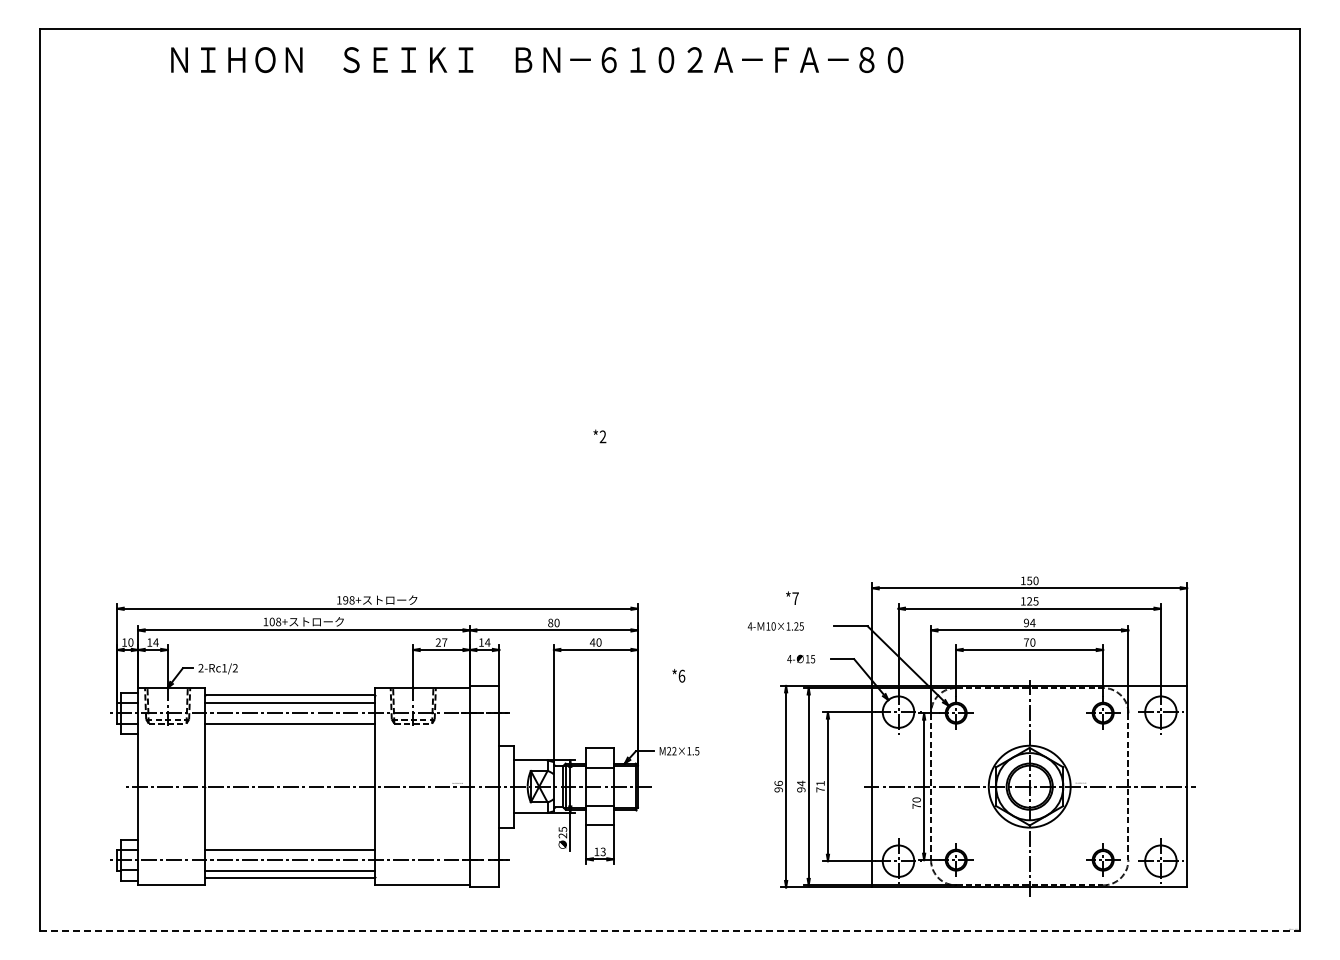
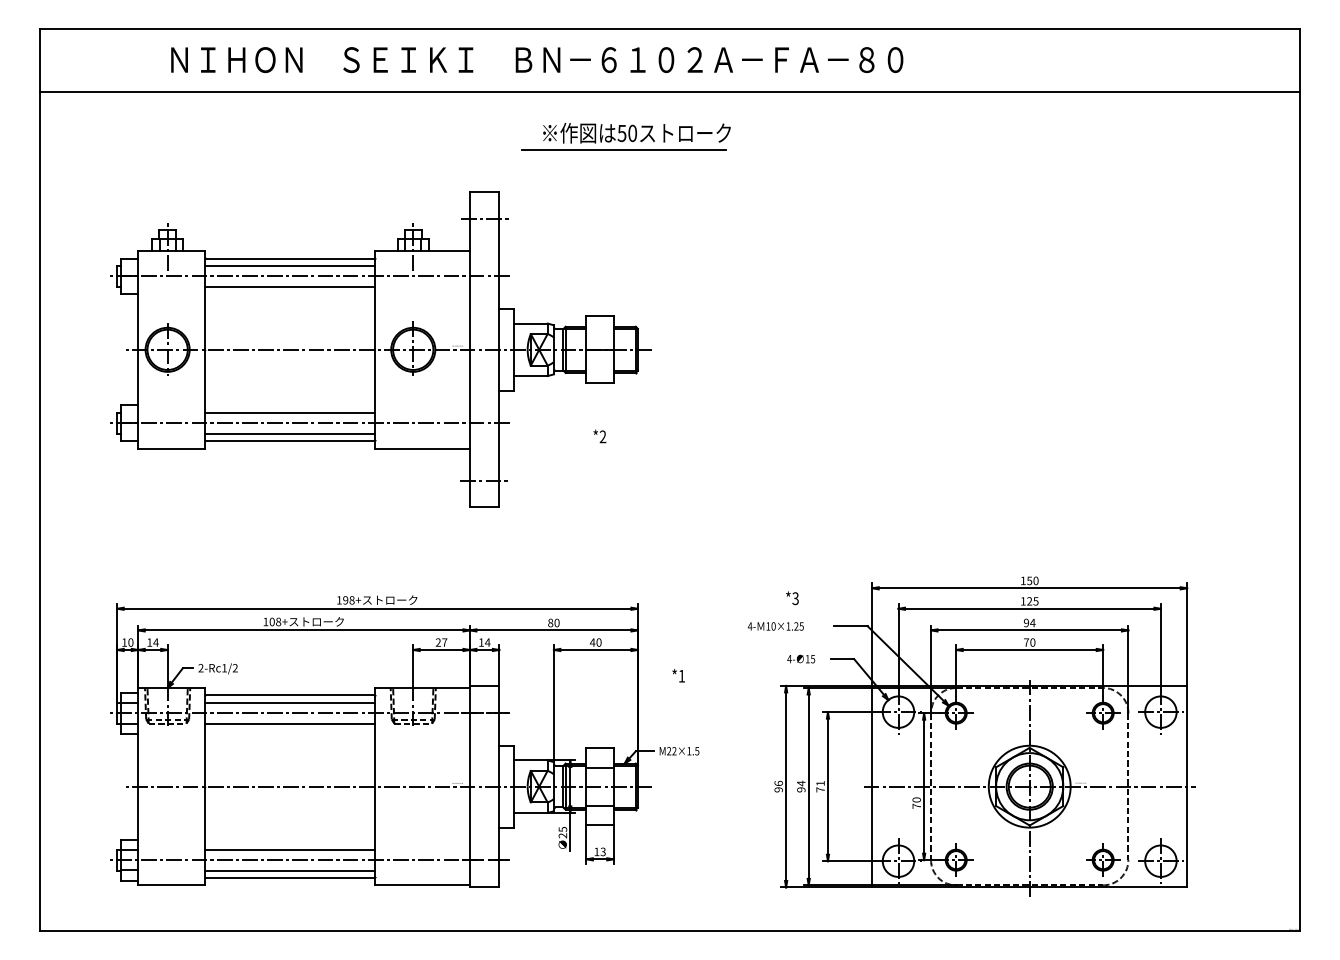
line at (669, 91): none -> present
part at (625, 136): none -> present
part at (380, 349): none -> present
text at (795, 598): *7 -> *3
text at (681, 675): *6 -> *1
line at (669, 931): dashed -> solid
